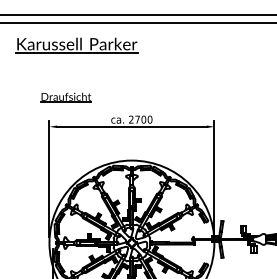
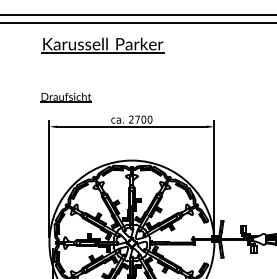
part at (76, 45) position: (76, 45) -> (102, 45)
